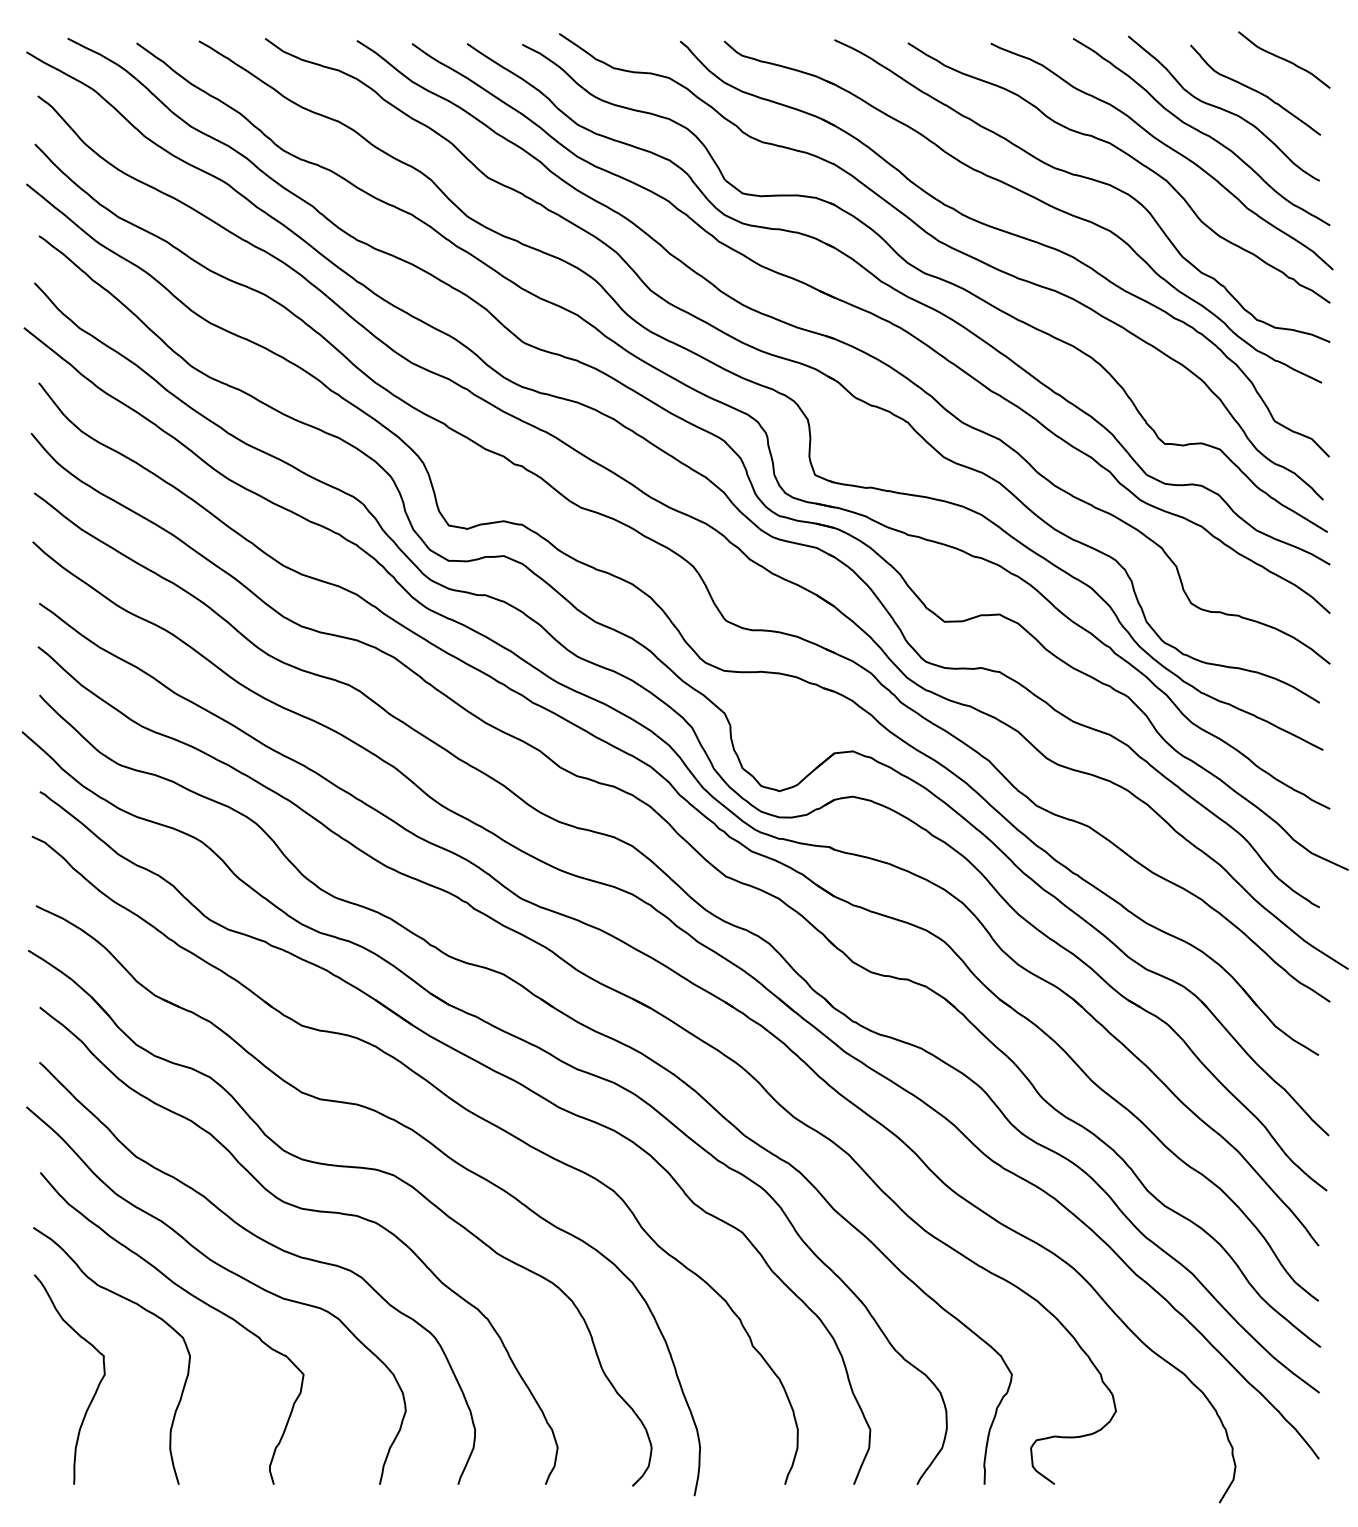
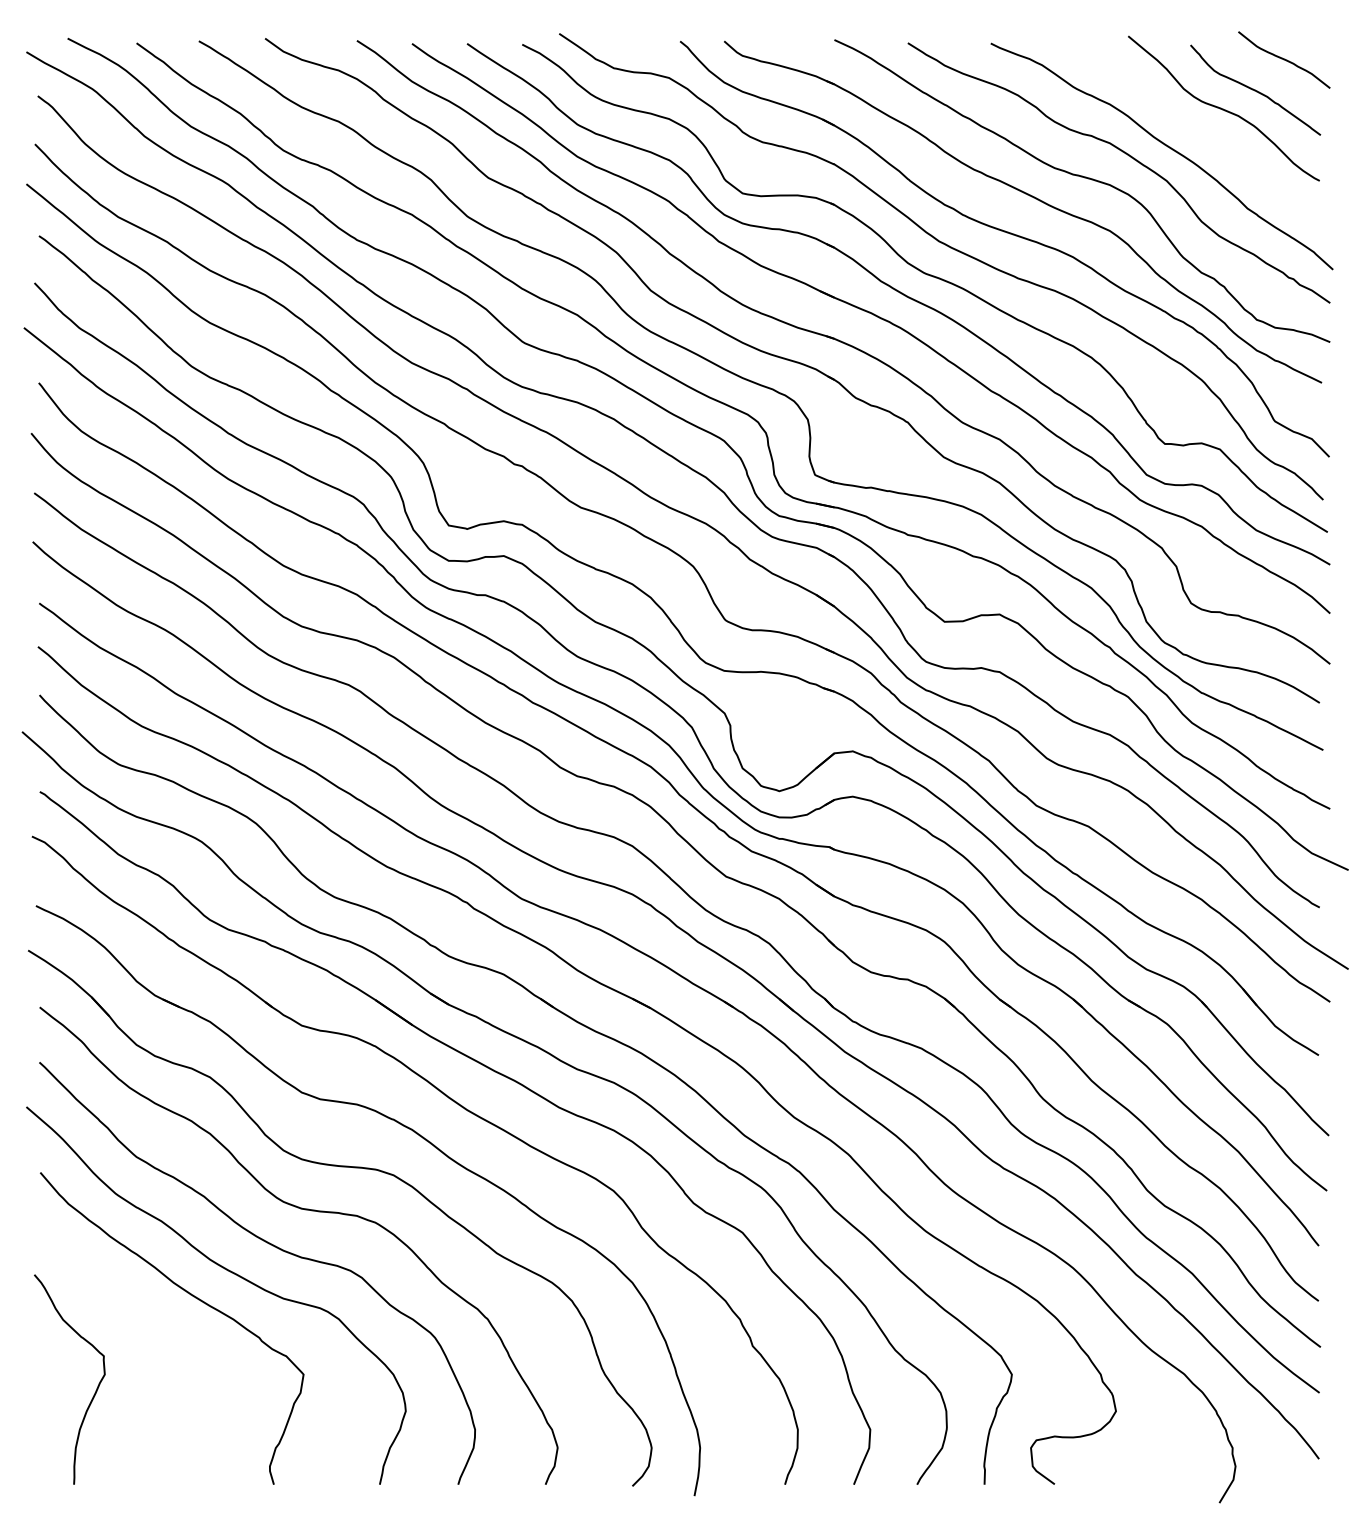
curve at (1201, 132): present -> none
curve at (141, 1308): present -> none
